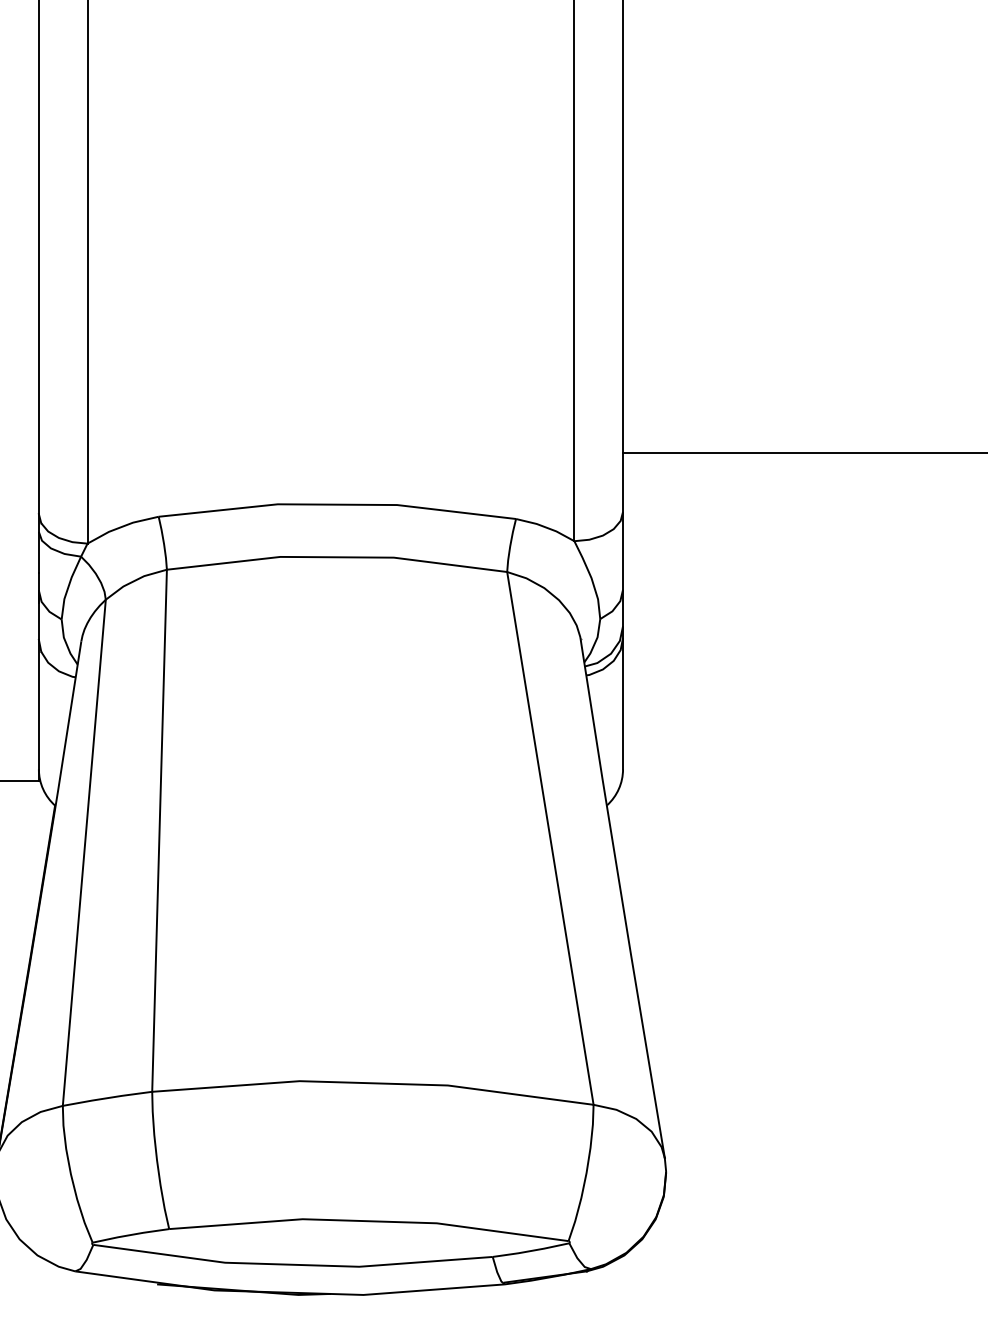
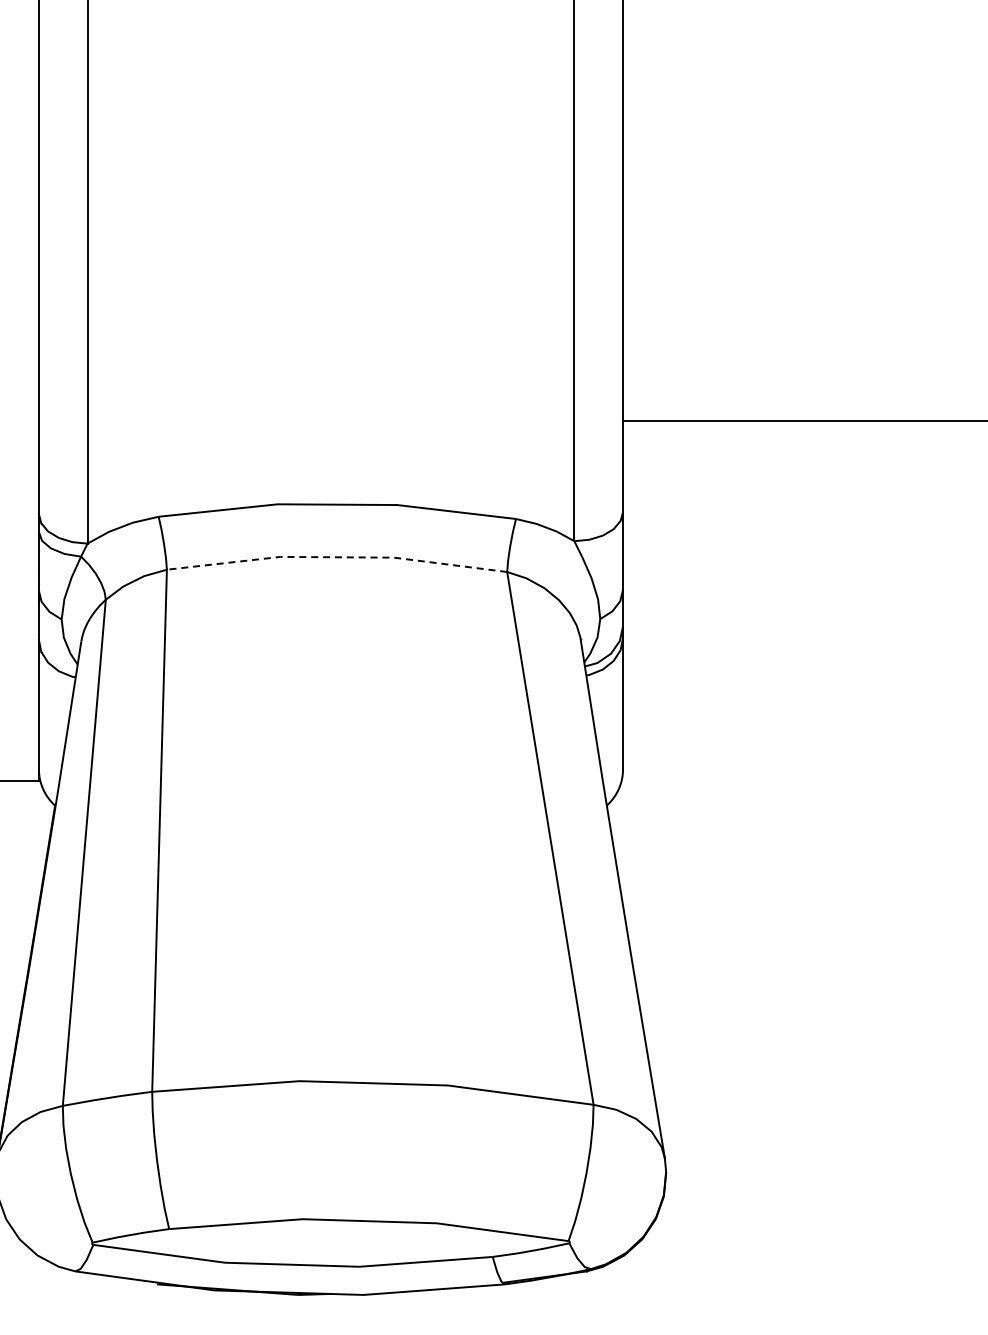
line at (803, 452) position: (803, 452) -> (803, 420)
line at (337, 557): solid -> dashed
